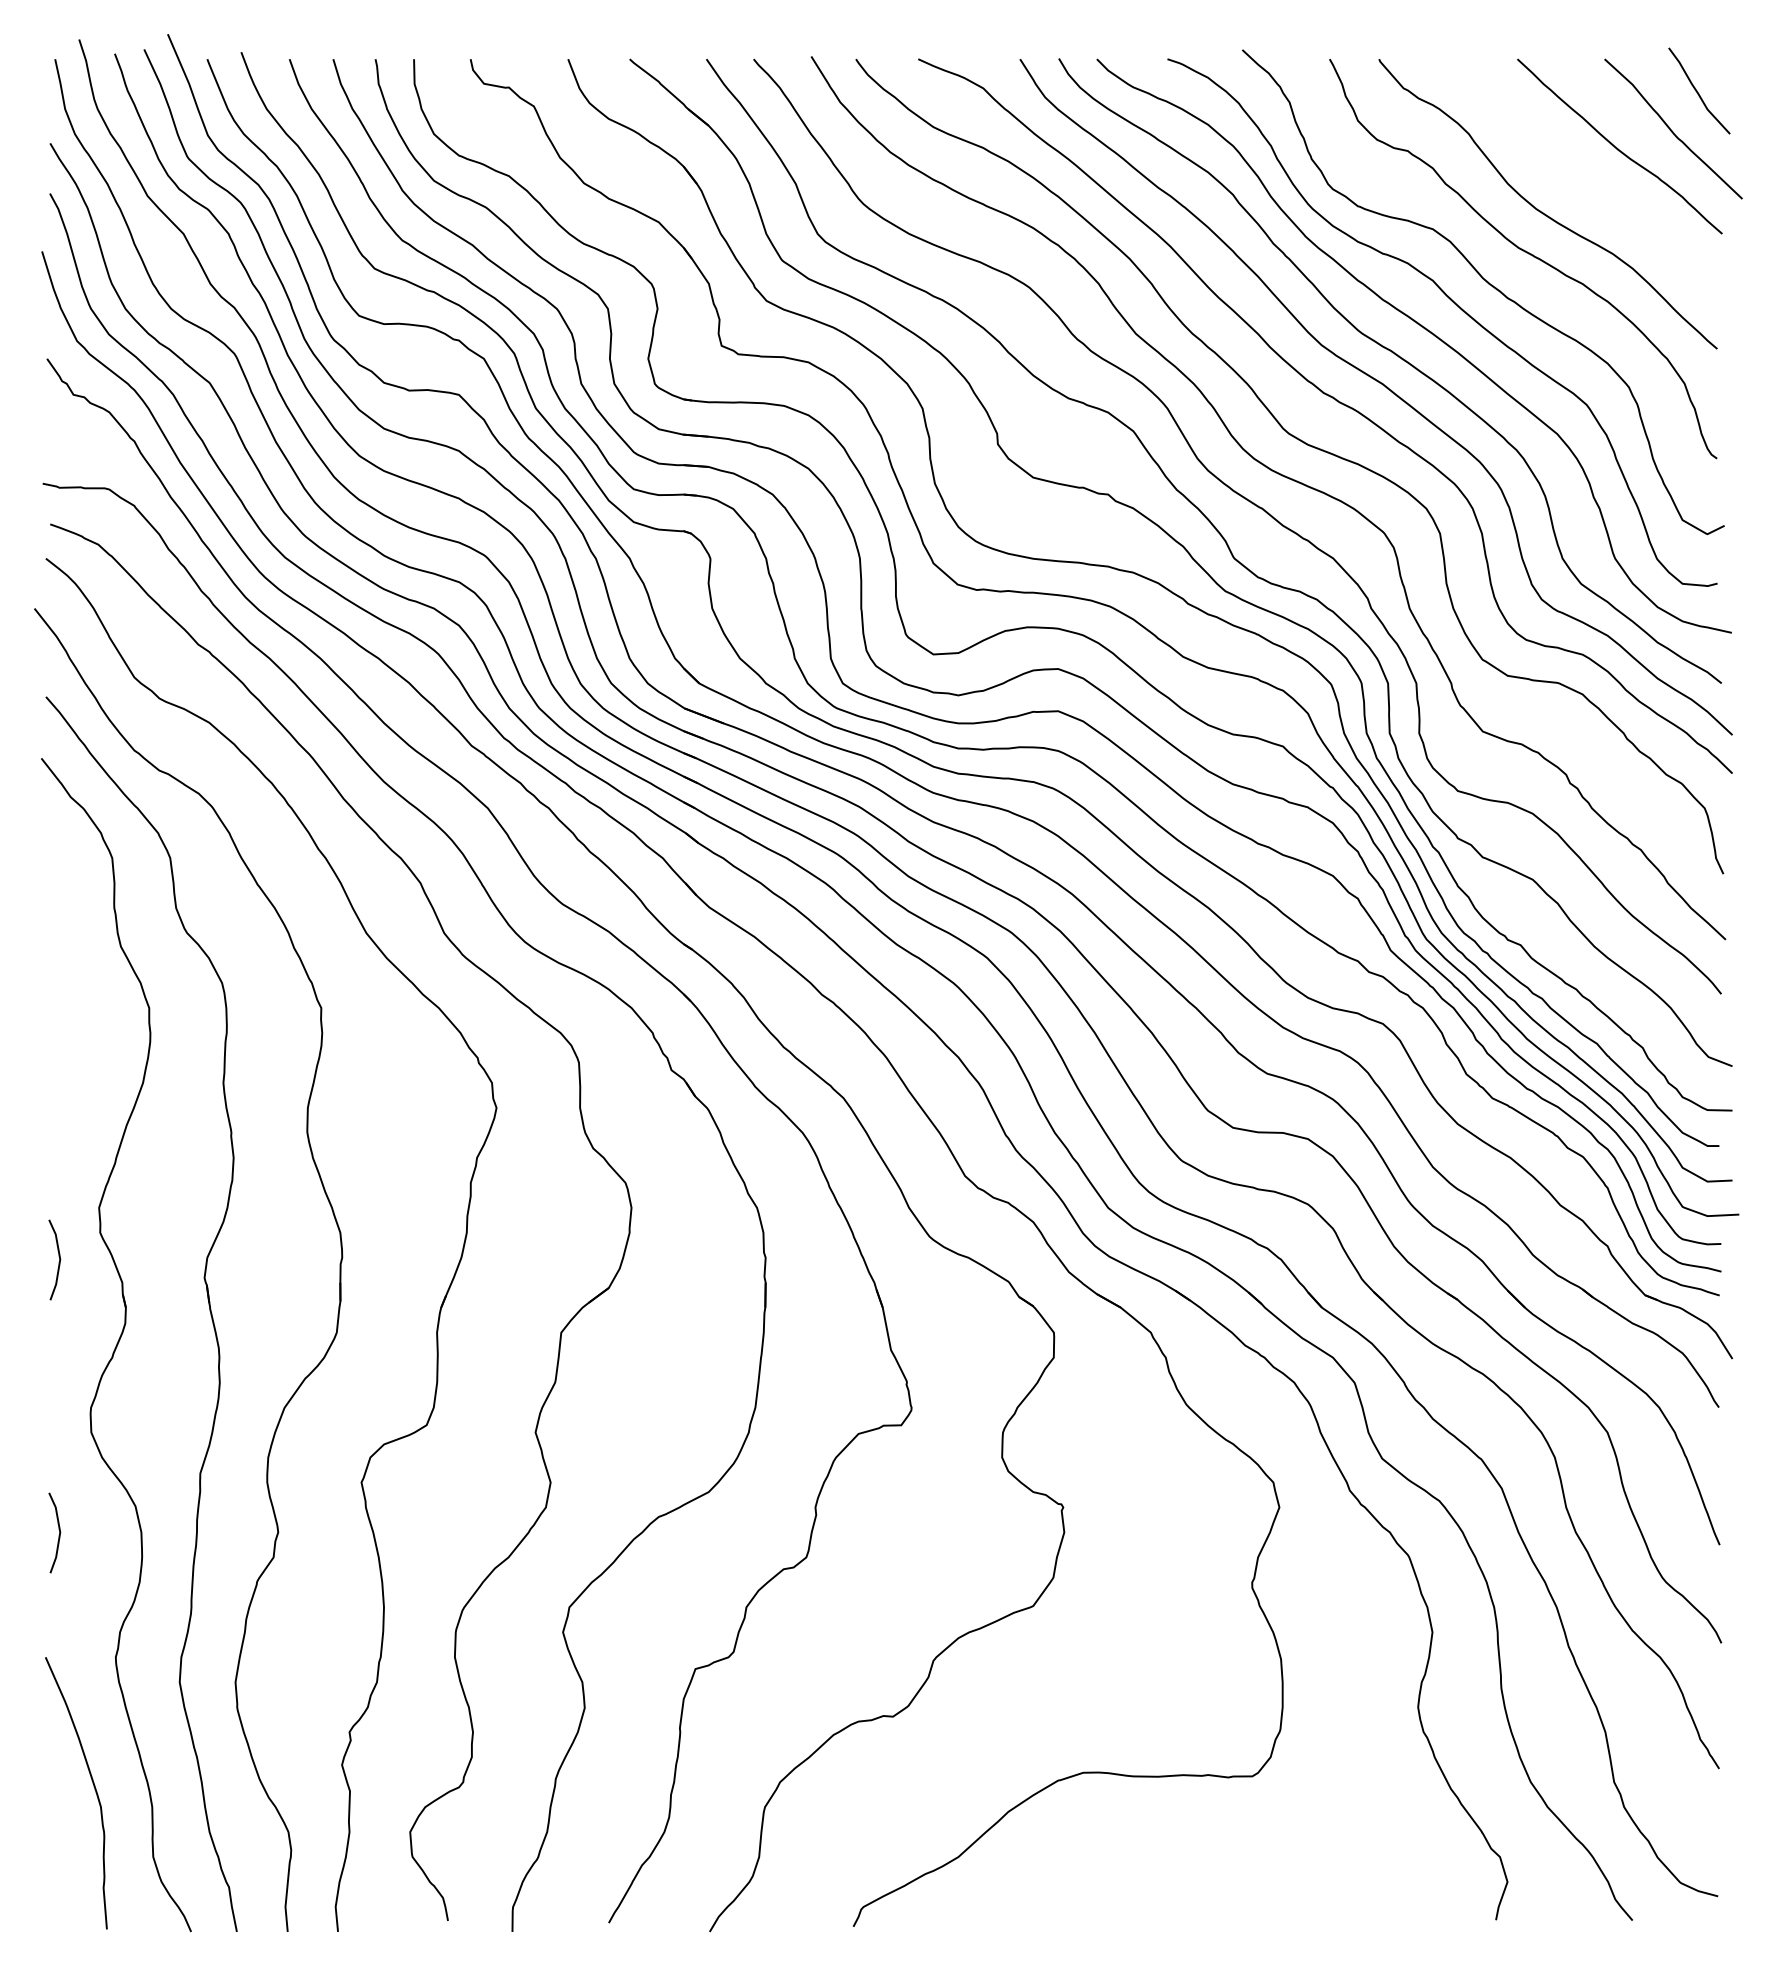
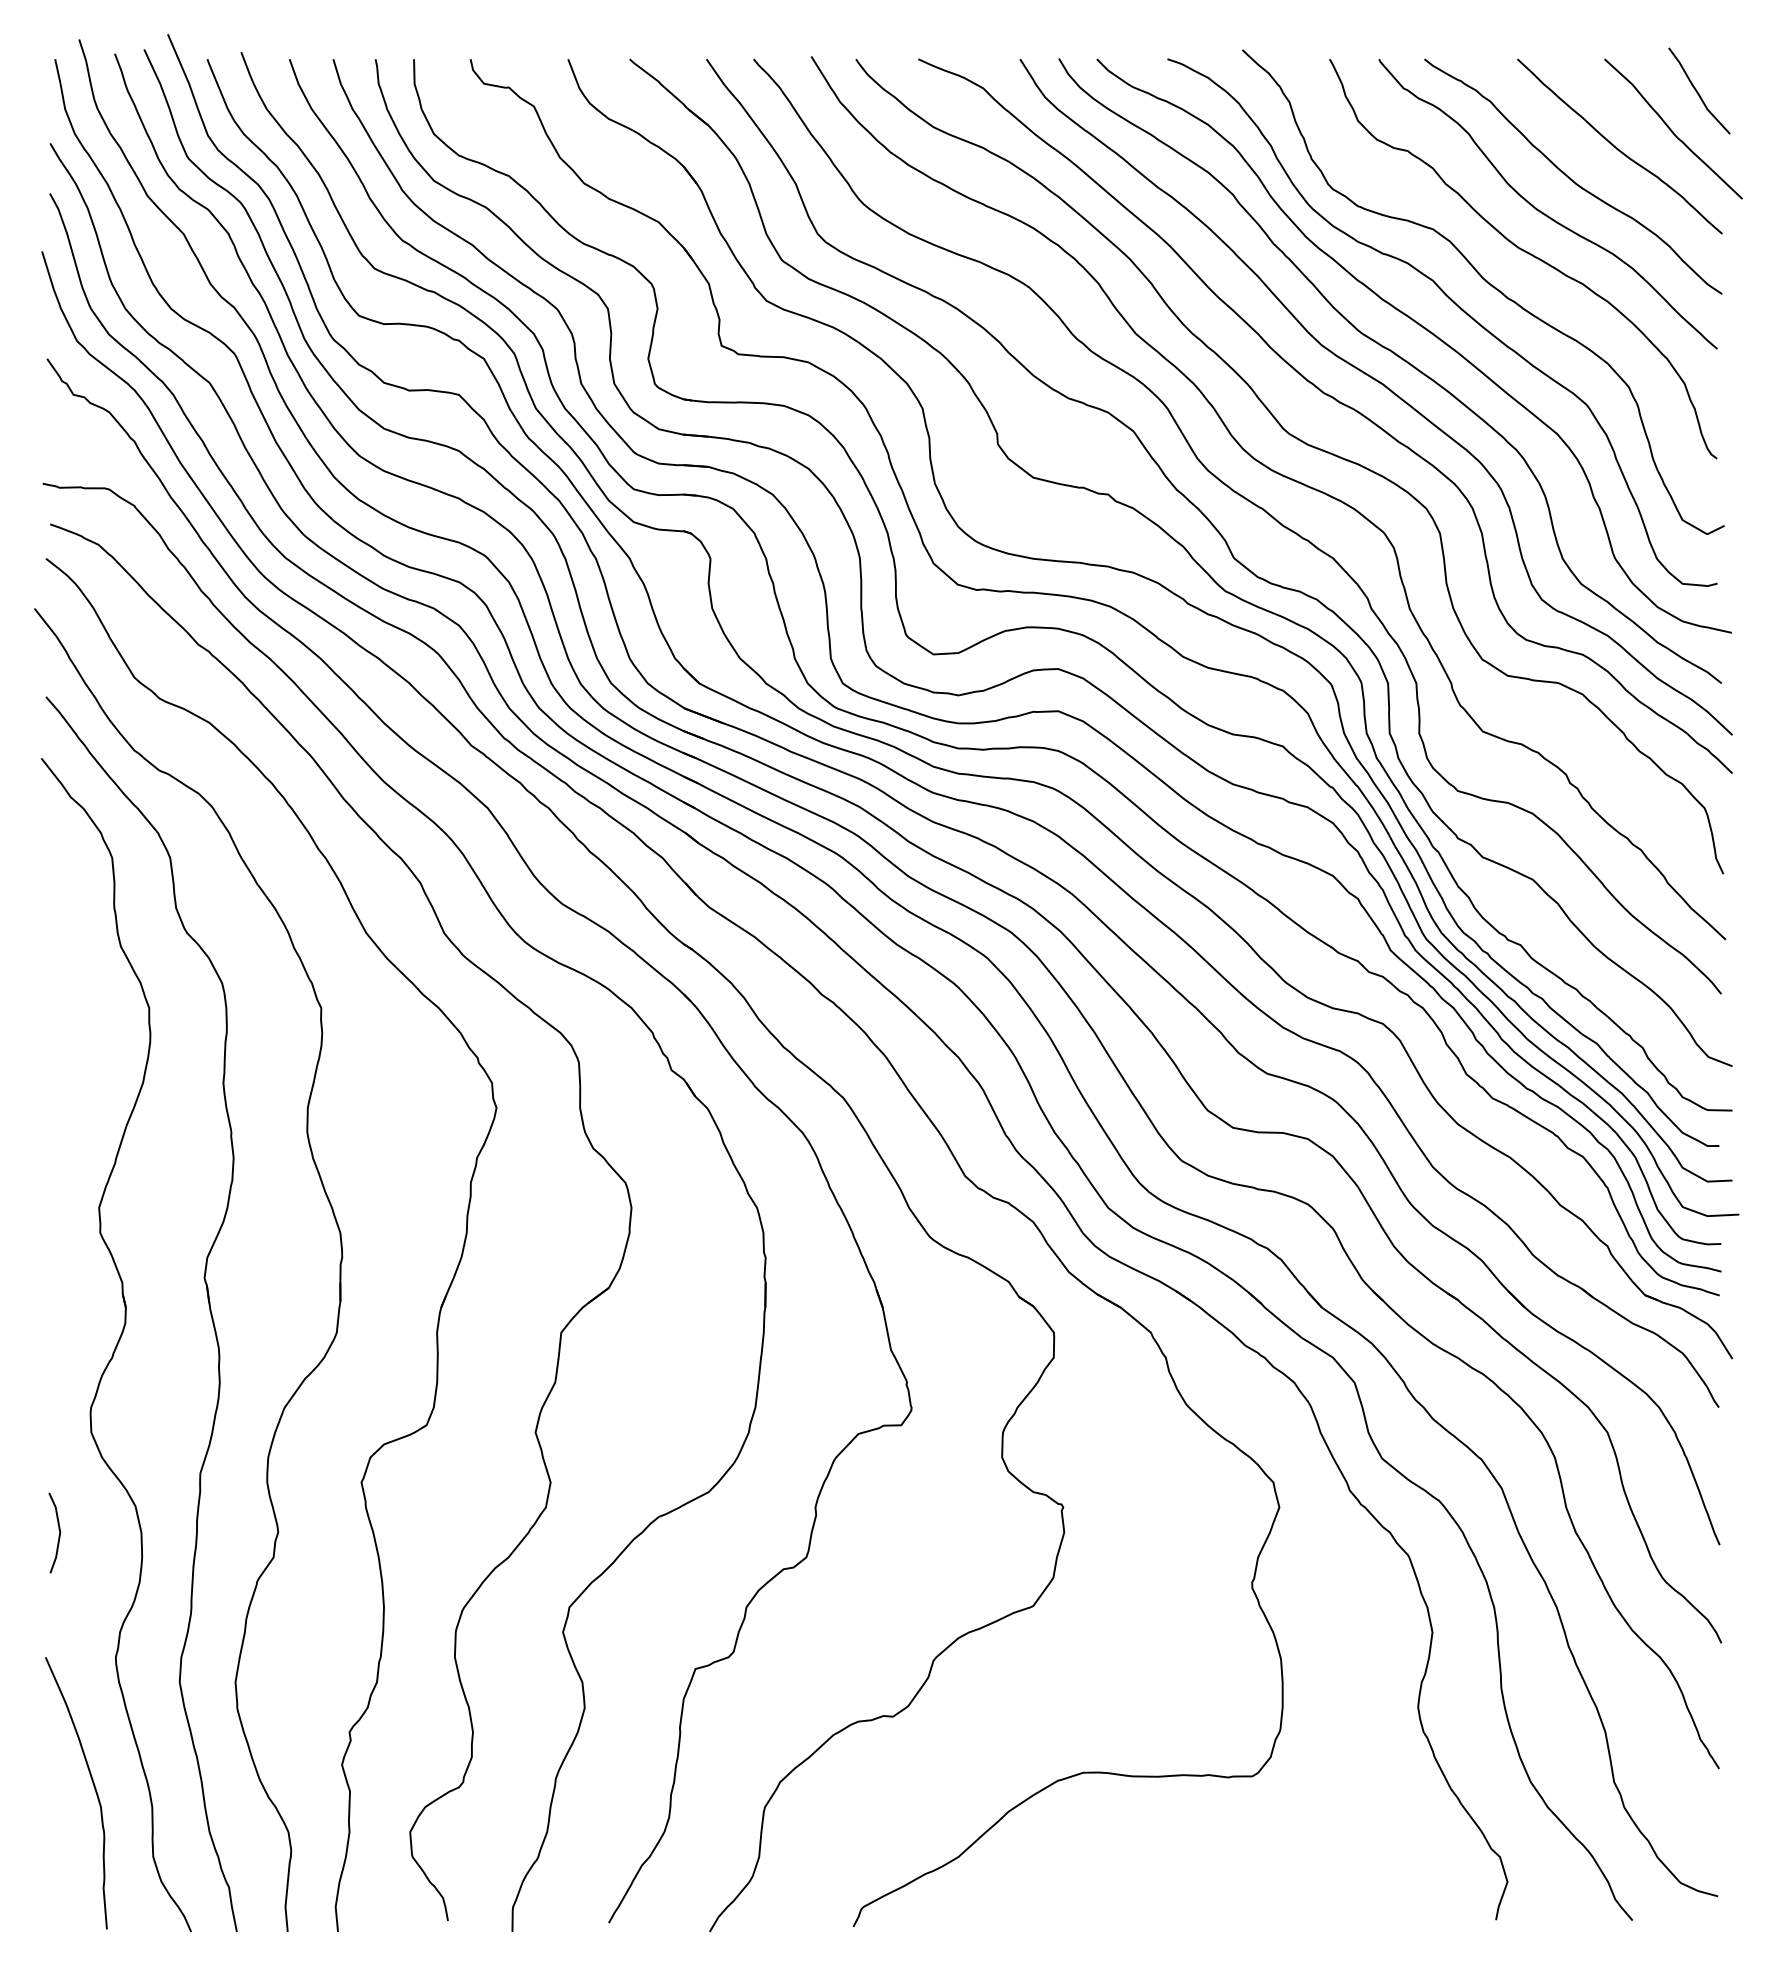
curve at (1571, 178): none -> present
line at (58, 1256): present -> none
